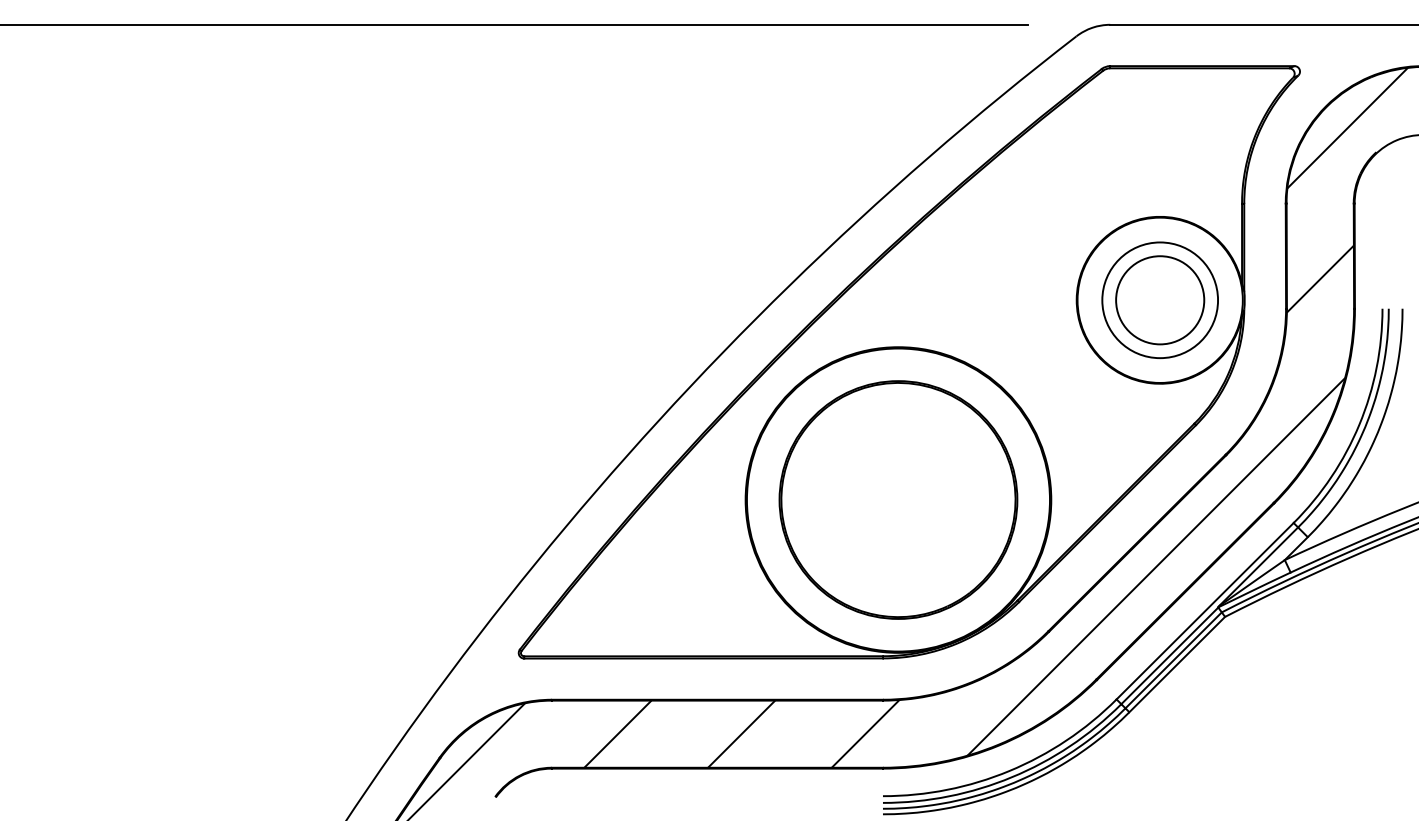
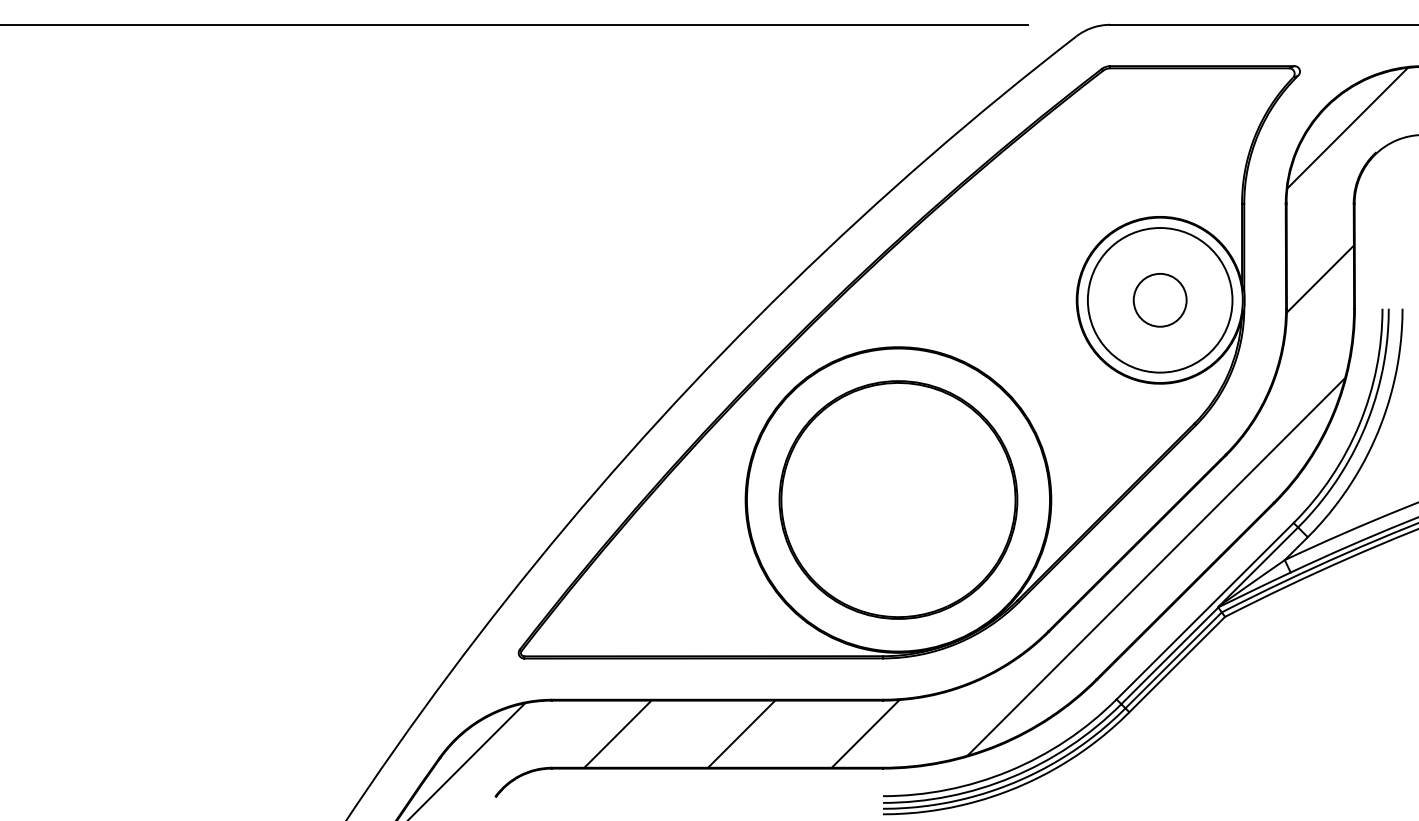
circle at (1160, 300) diameter: 116 px -> 145 px
circle at (1160, 300) diameter: 88 px -> 53 px
